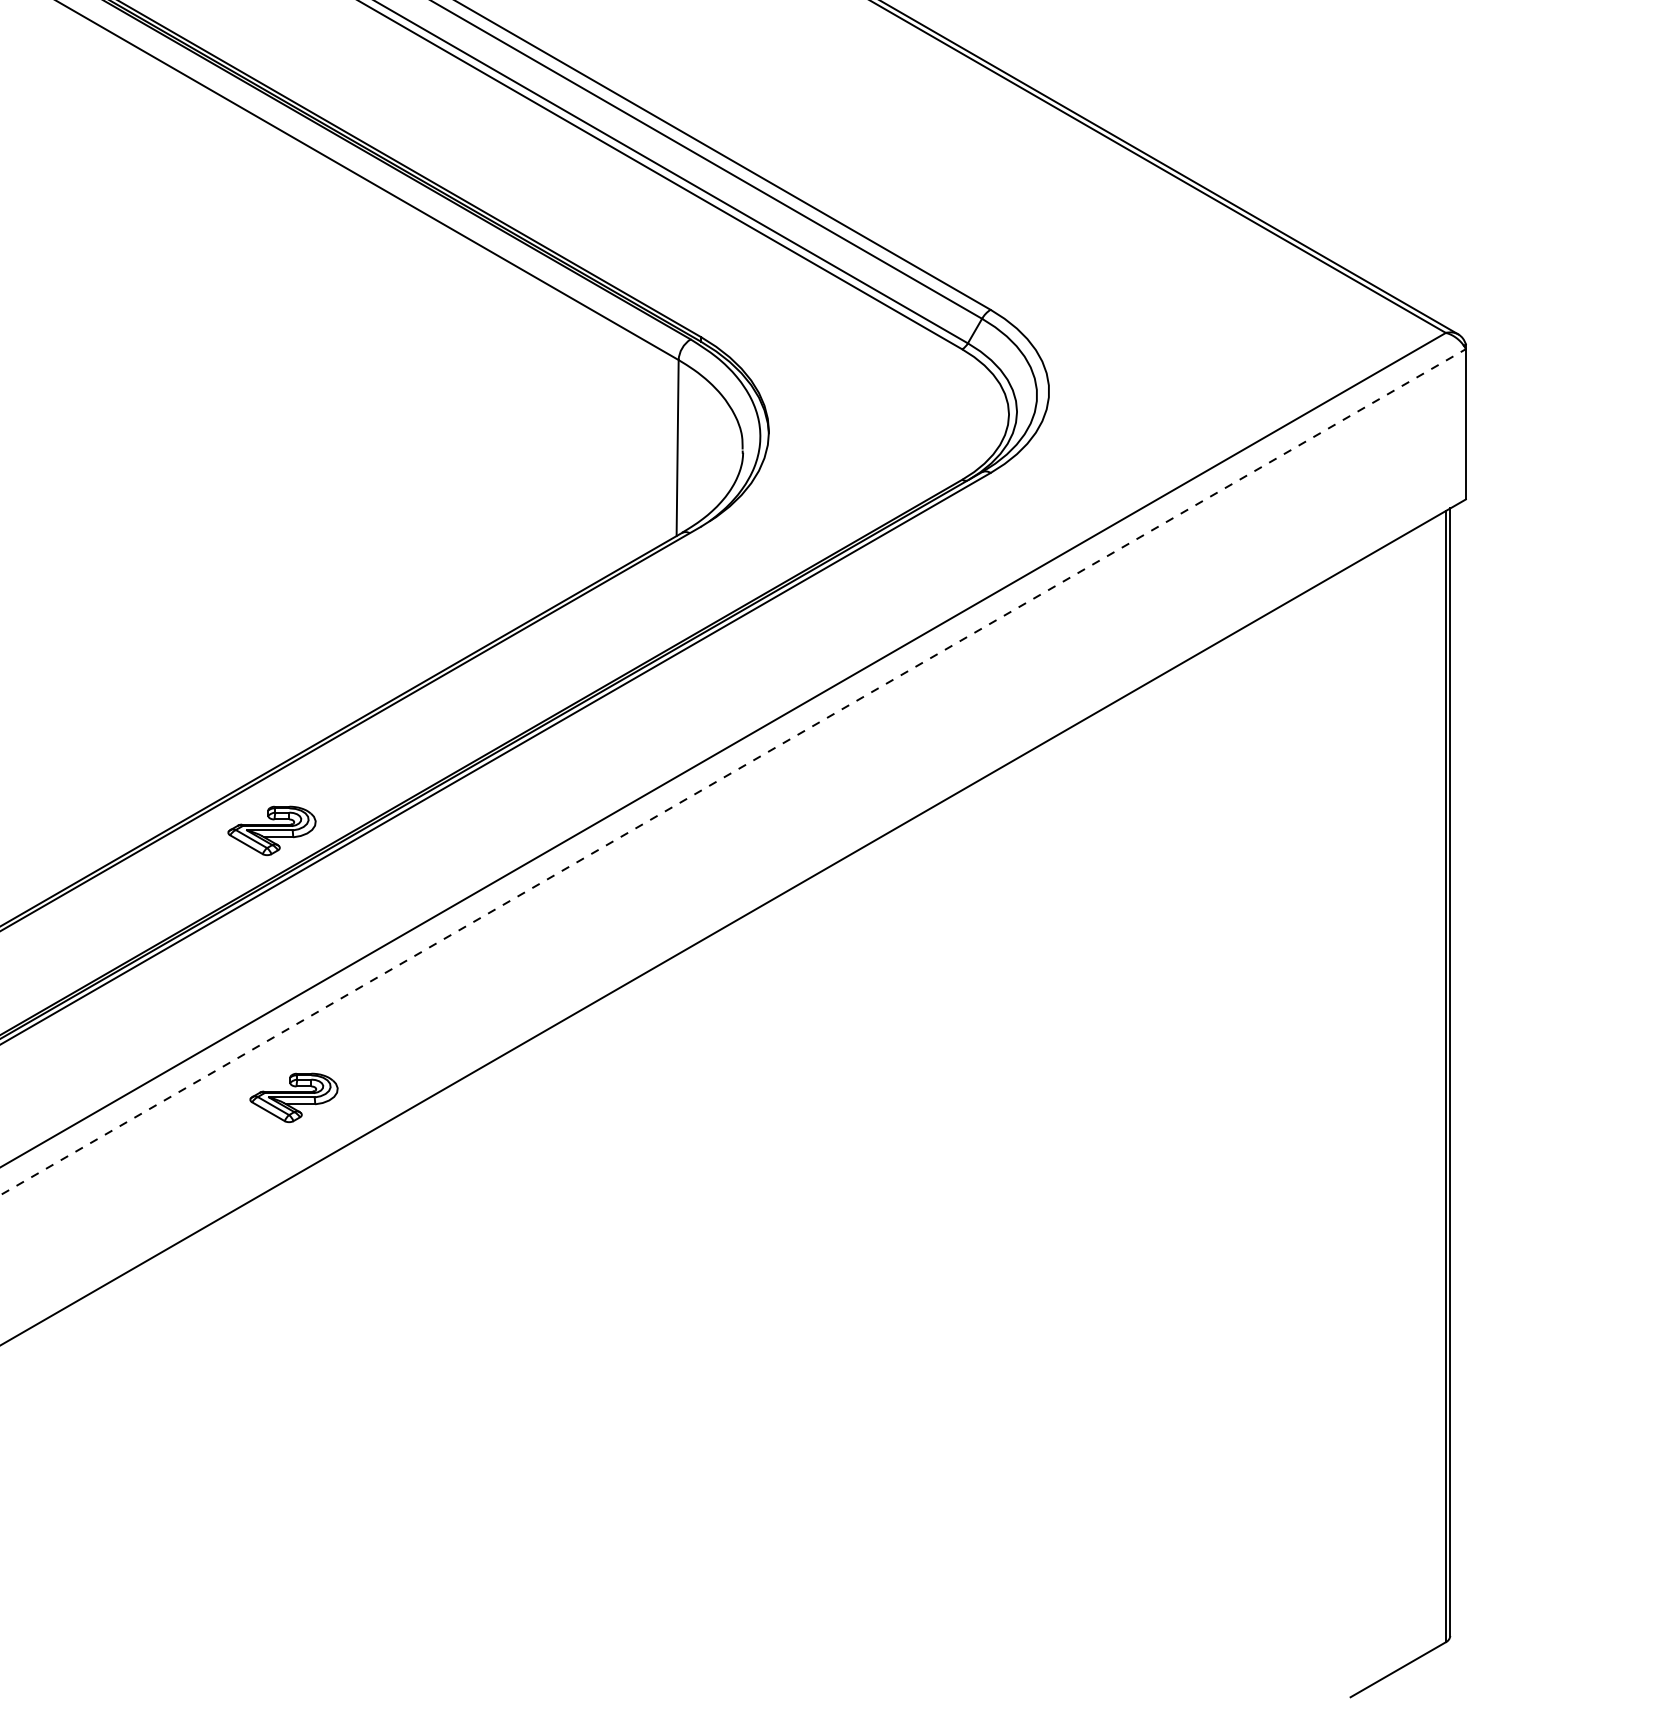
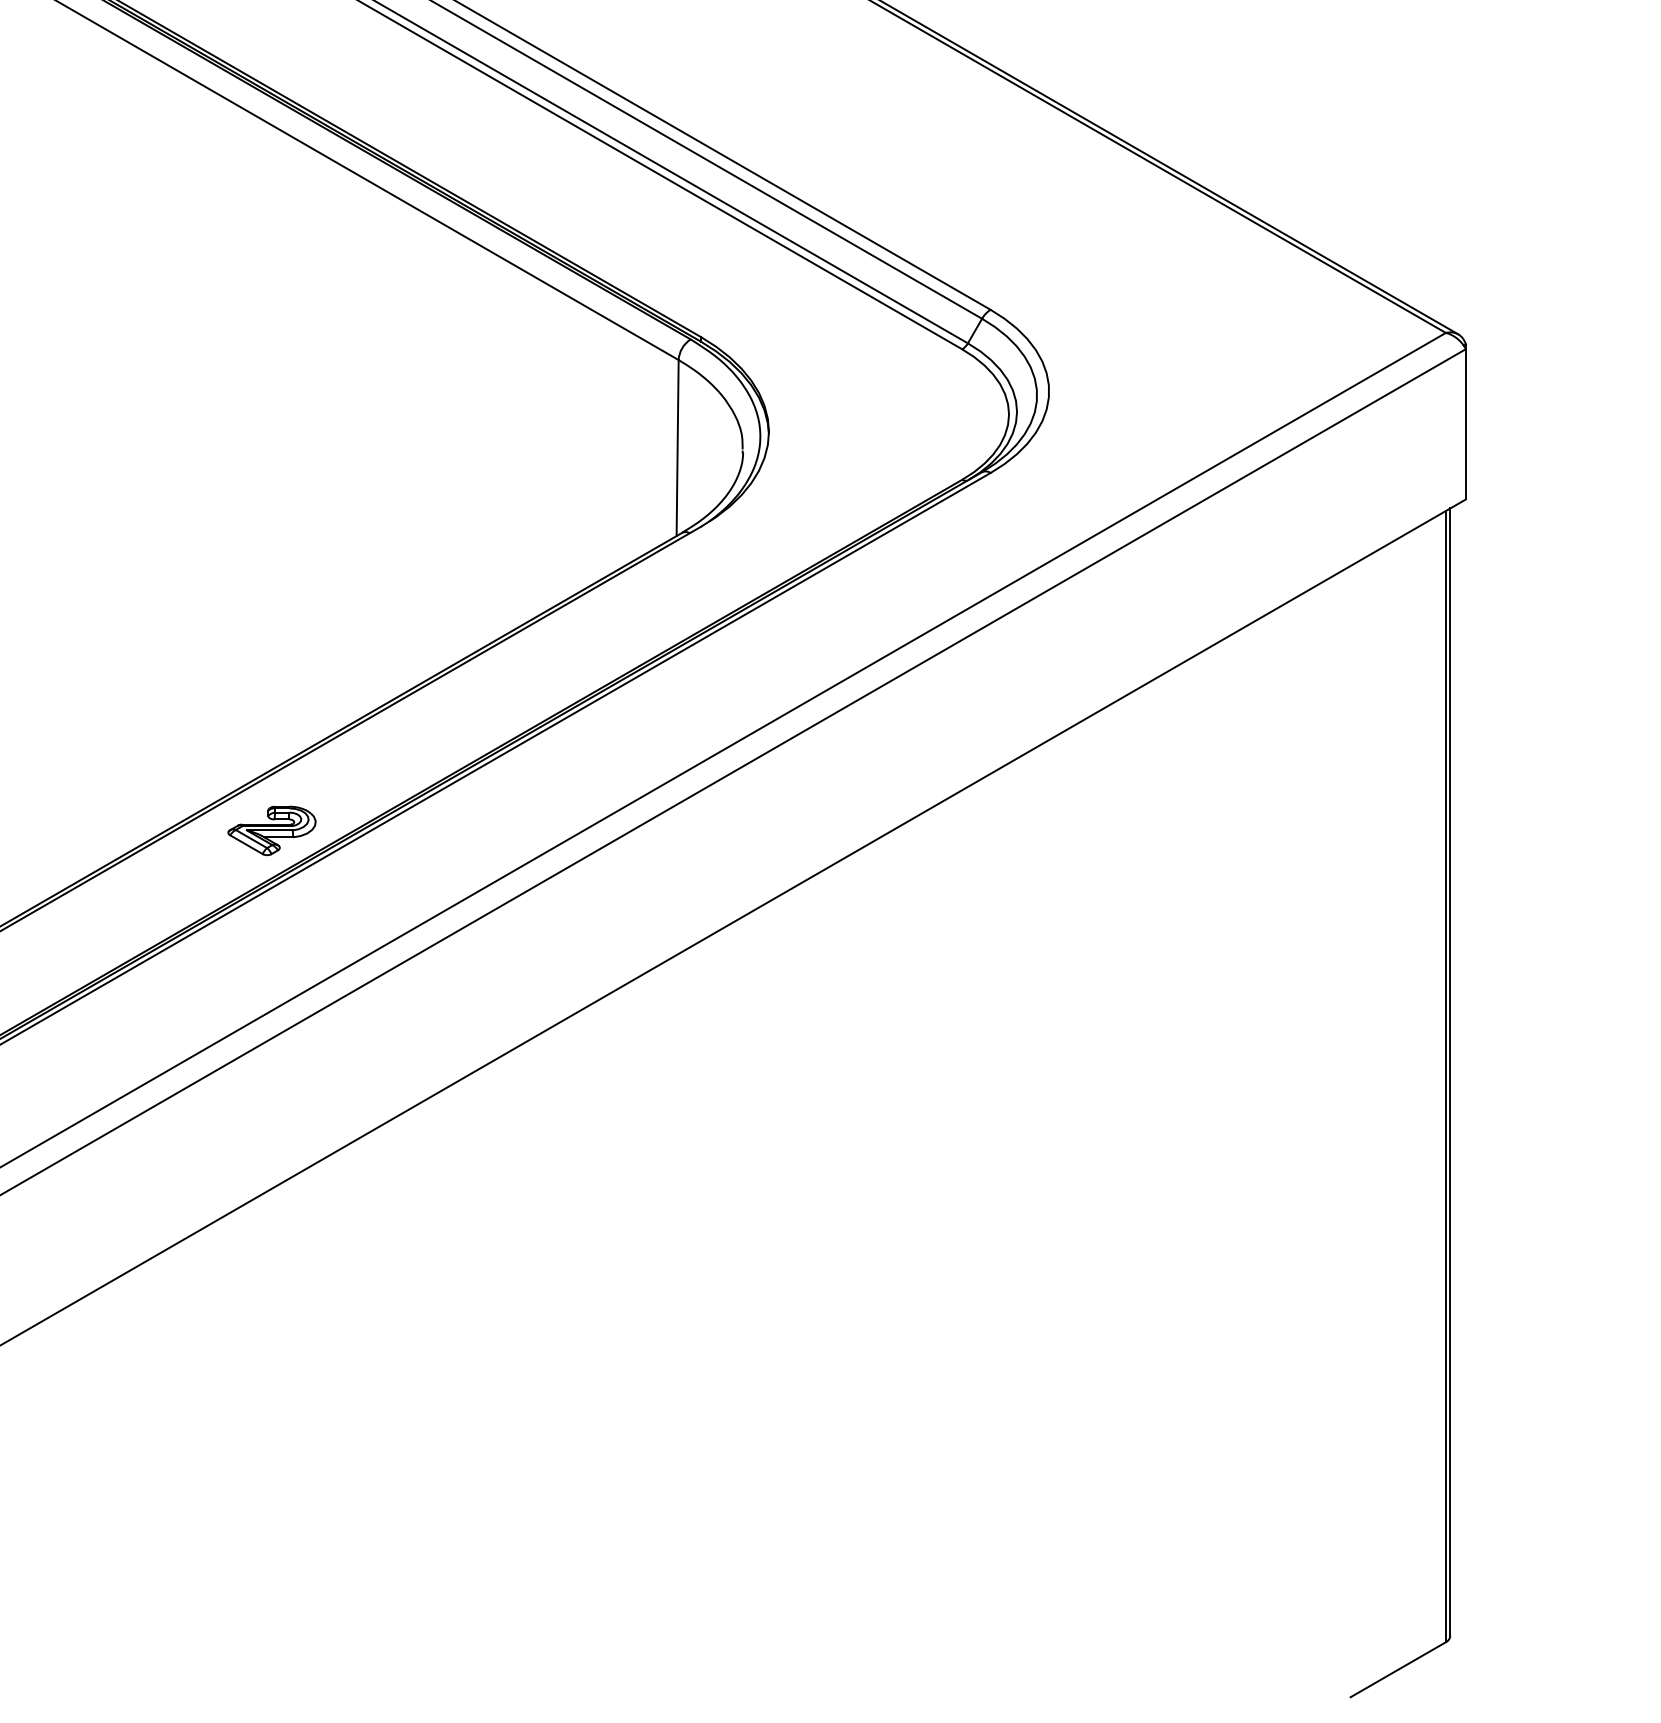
line at (733, 772): dashed -> solid
part at (293, 1097): present -> none
